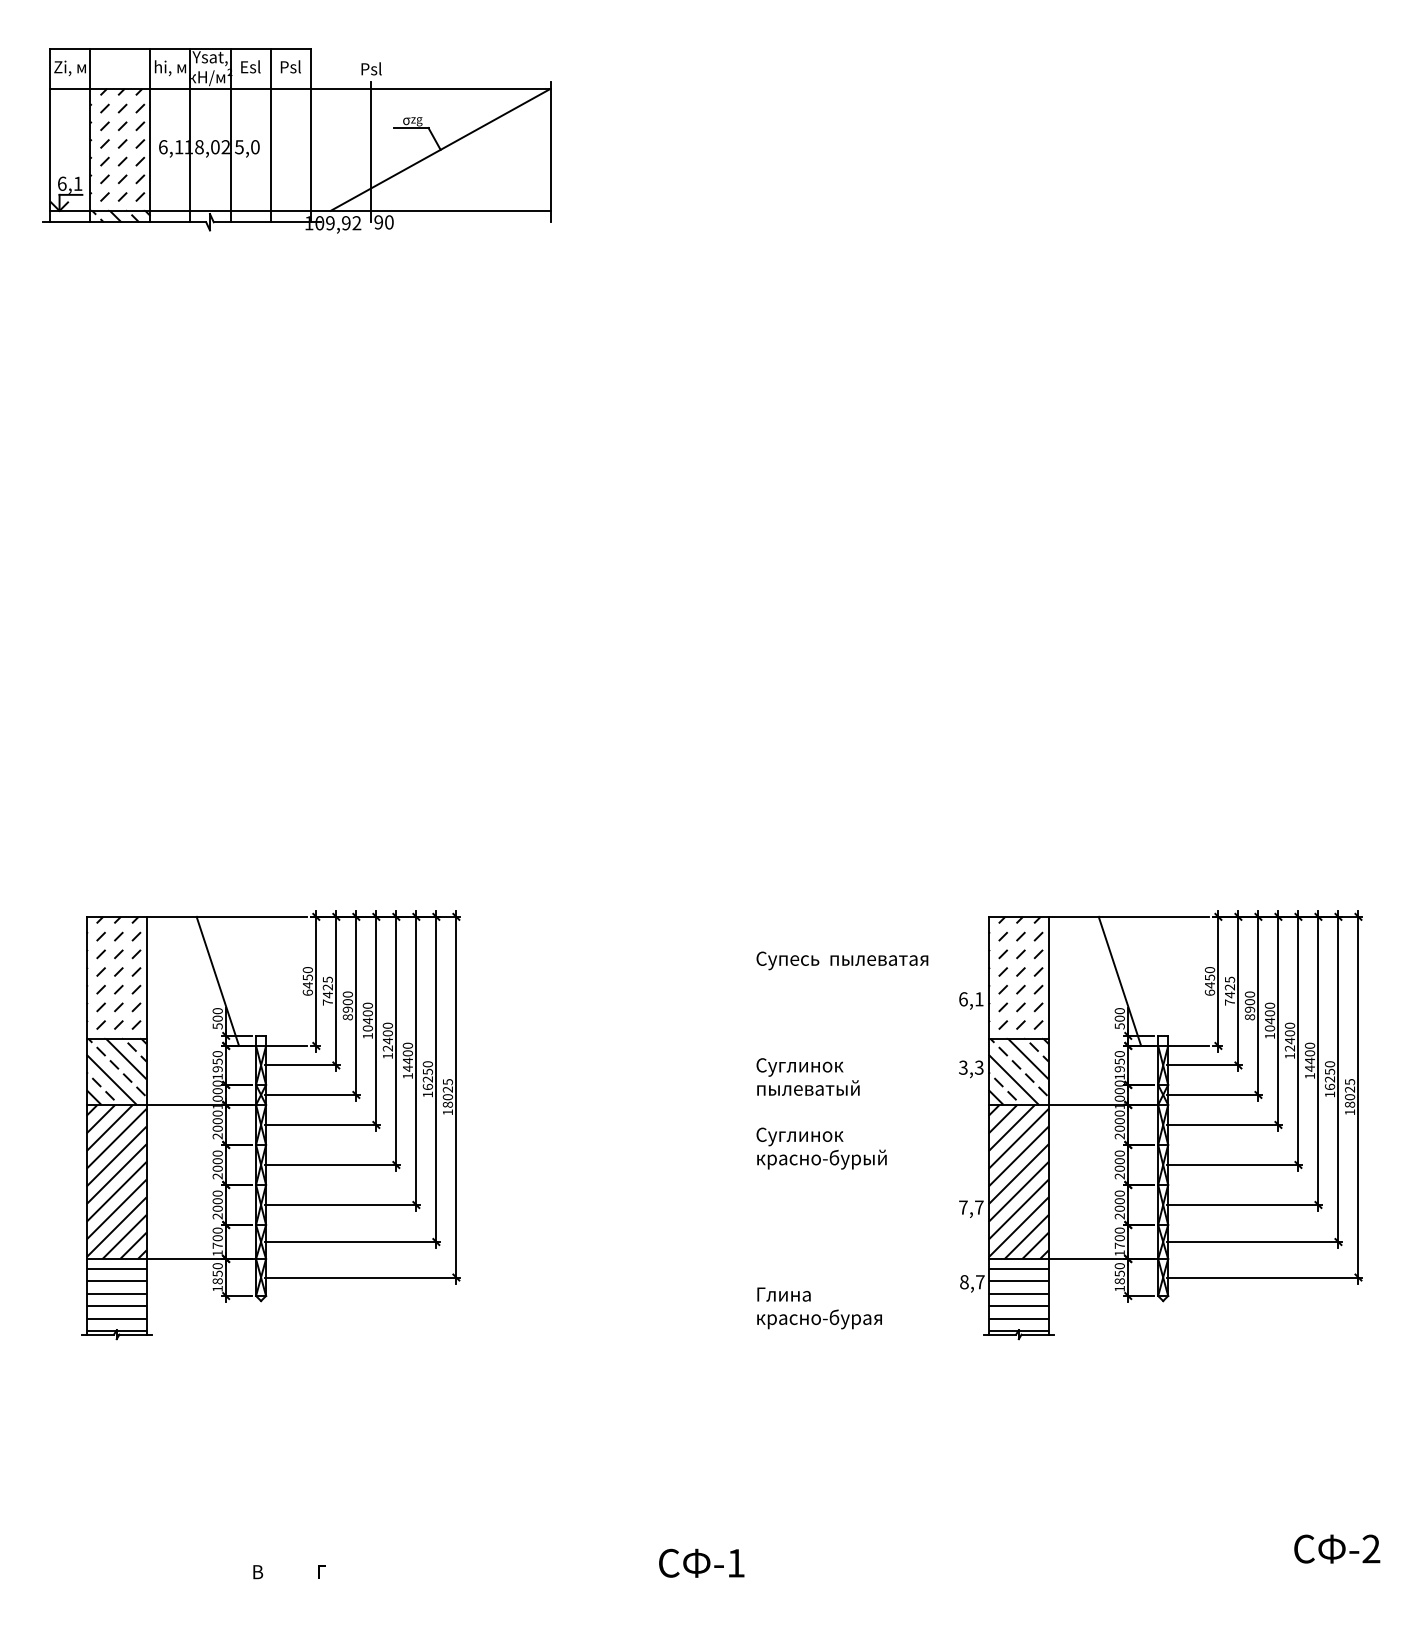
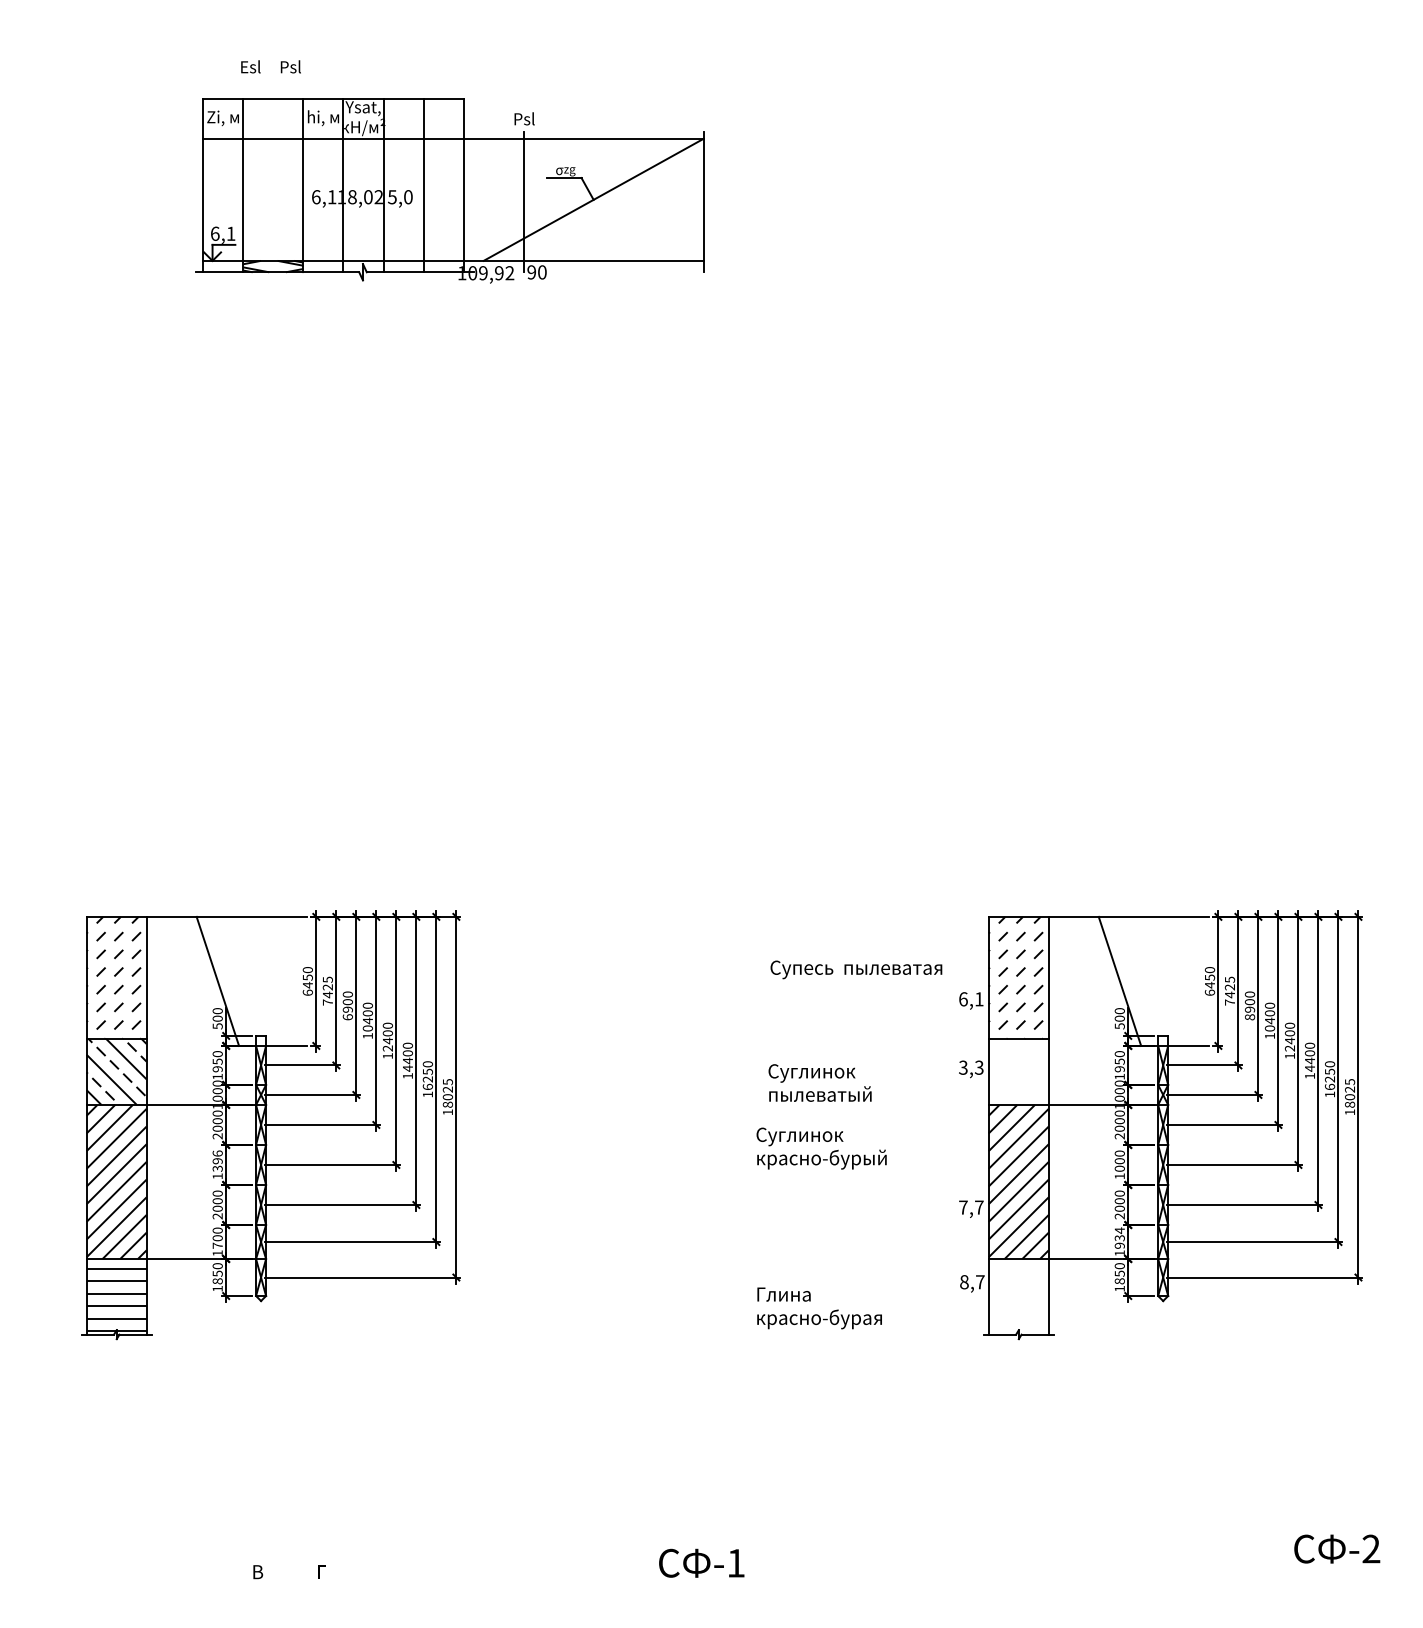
part at (296, 140) position: (296, 140) -> (449, 190)
text at (842, 960) position: (842, 960) -> (856, 969)
text at (347, 1017): 8900 -> 6900
hatch at (1018, 1071): present -> none
text at (807, 1076) position: (807, 1076) -> (819, 1082)
text at (217, 1164): 2000 -> 1396
text at (1119, 1176): 2000 -> 1000
text at (1119, 1237): 1700 -> 1934
hatch at (1018, 1299): present -> none
